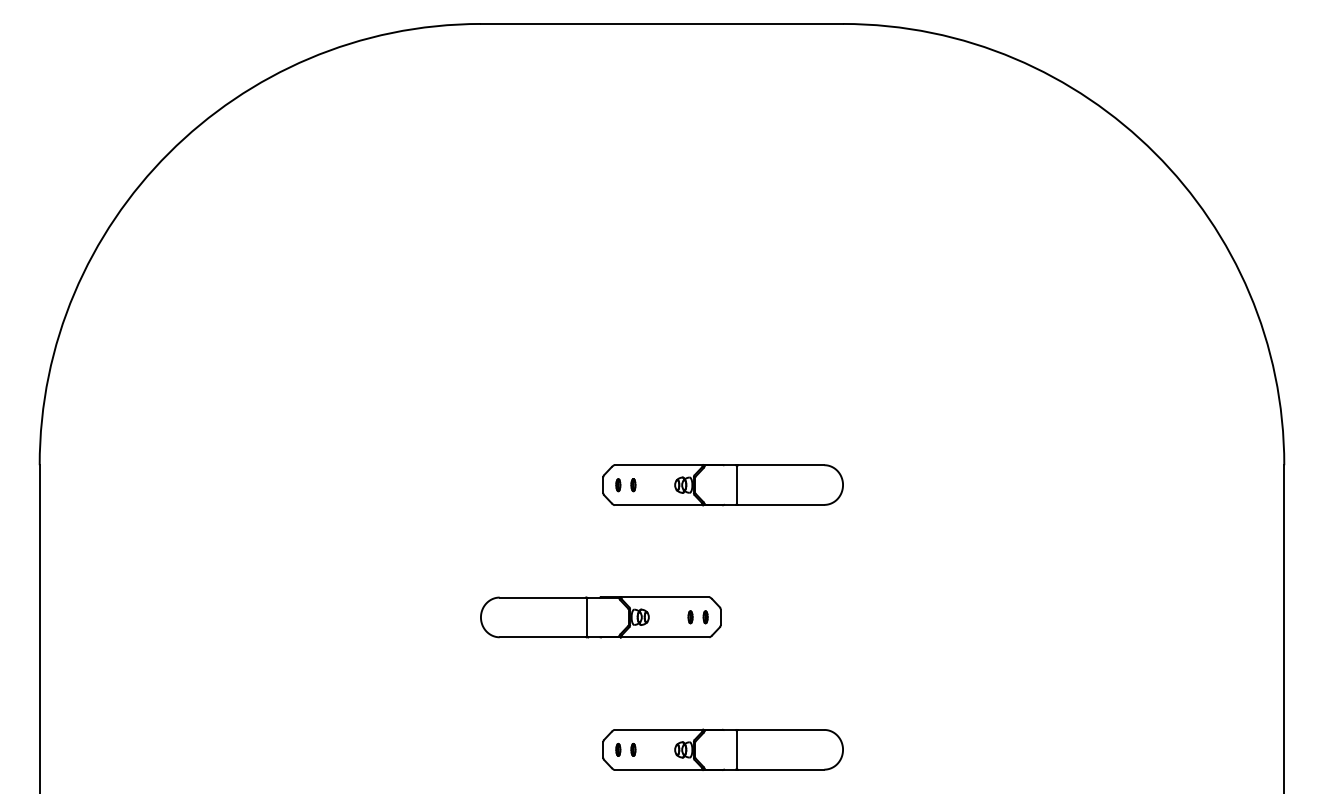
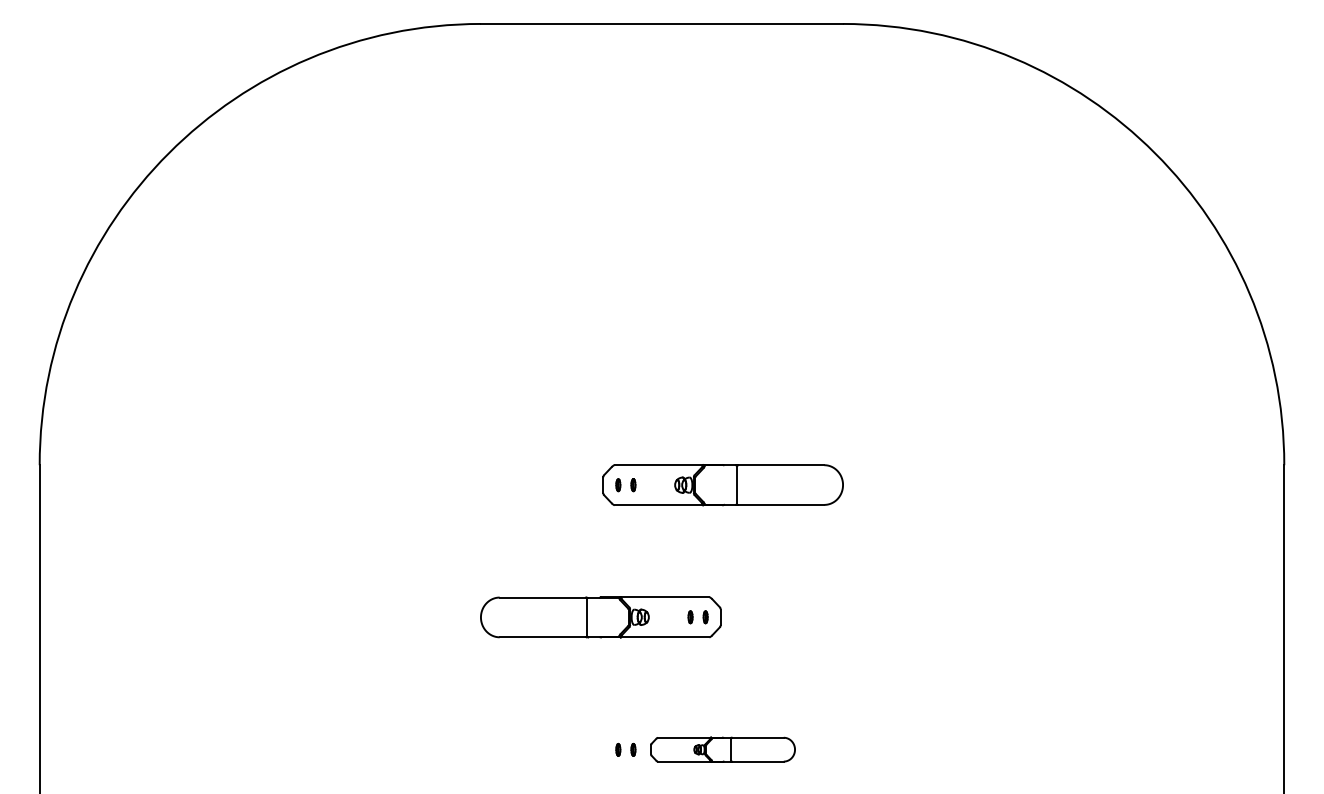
part at (722, 749) size: 242x43 px -> 146x27 px
